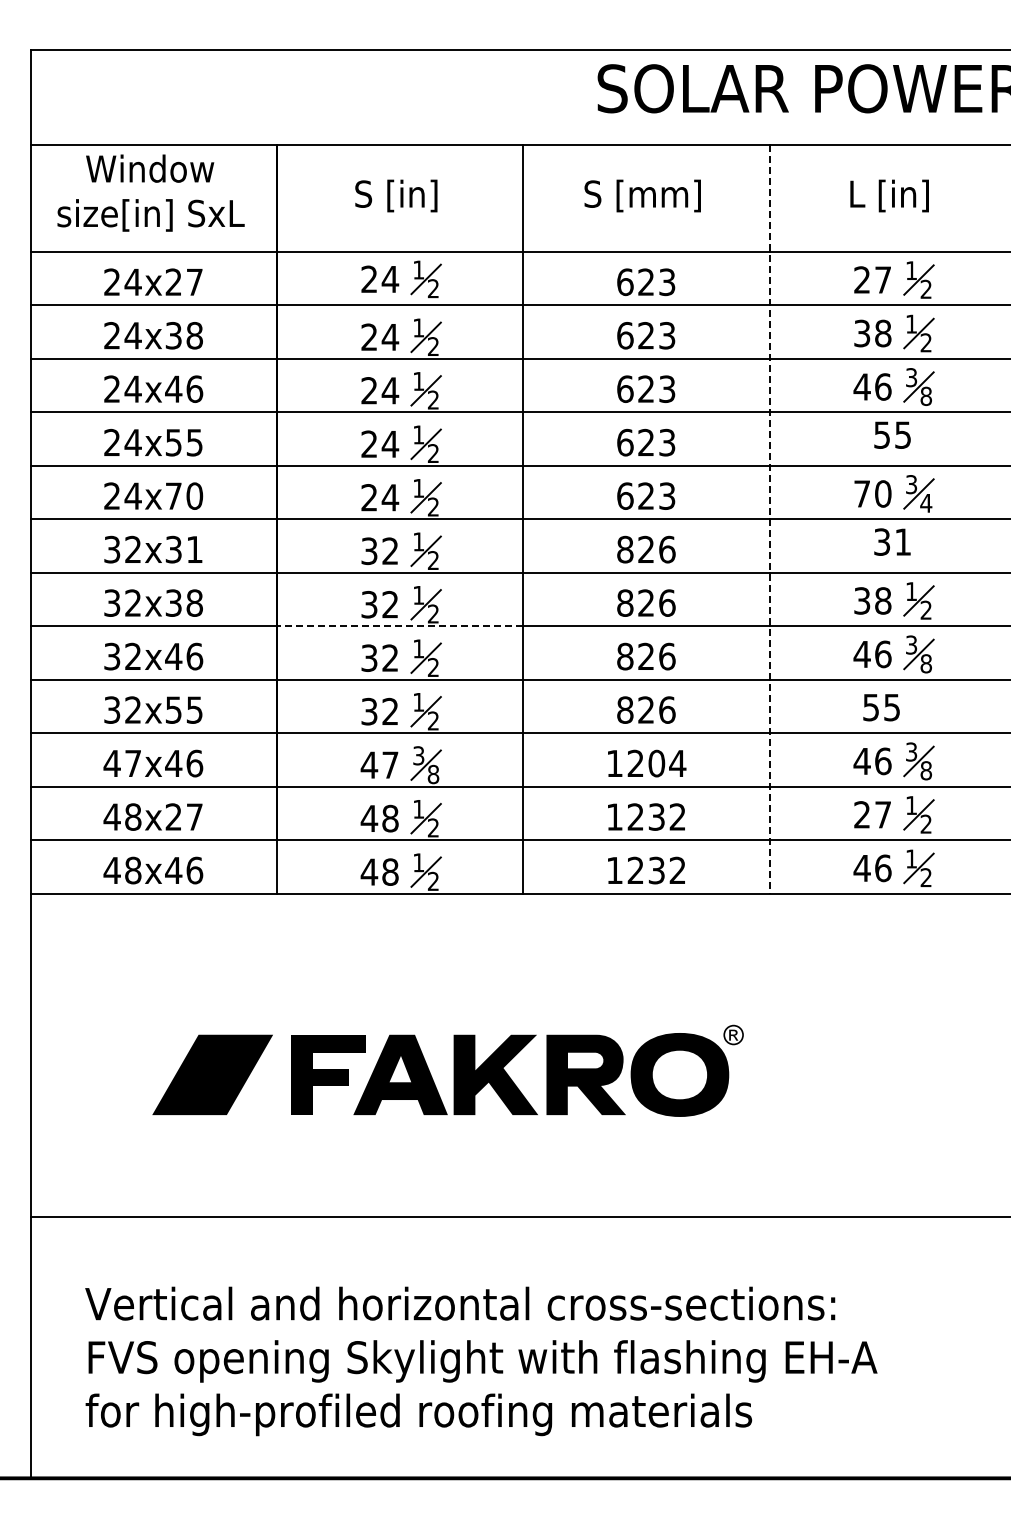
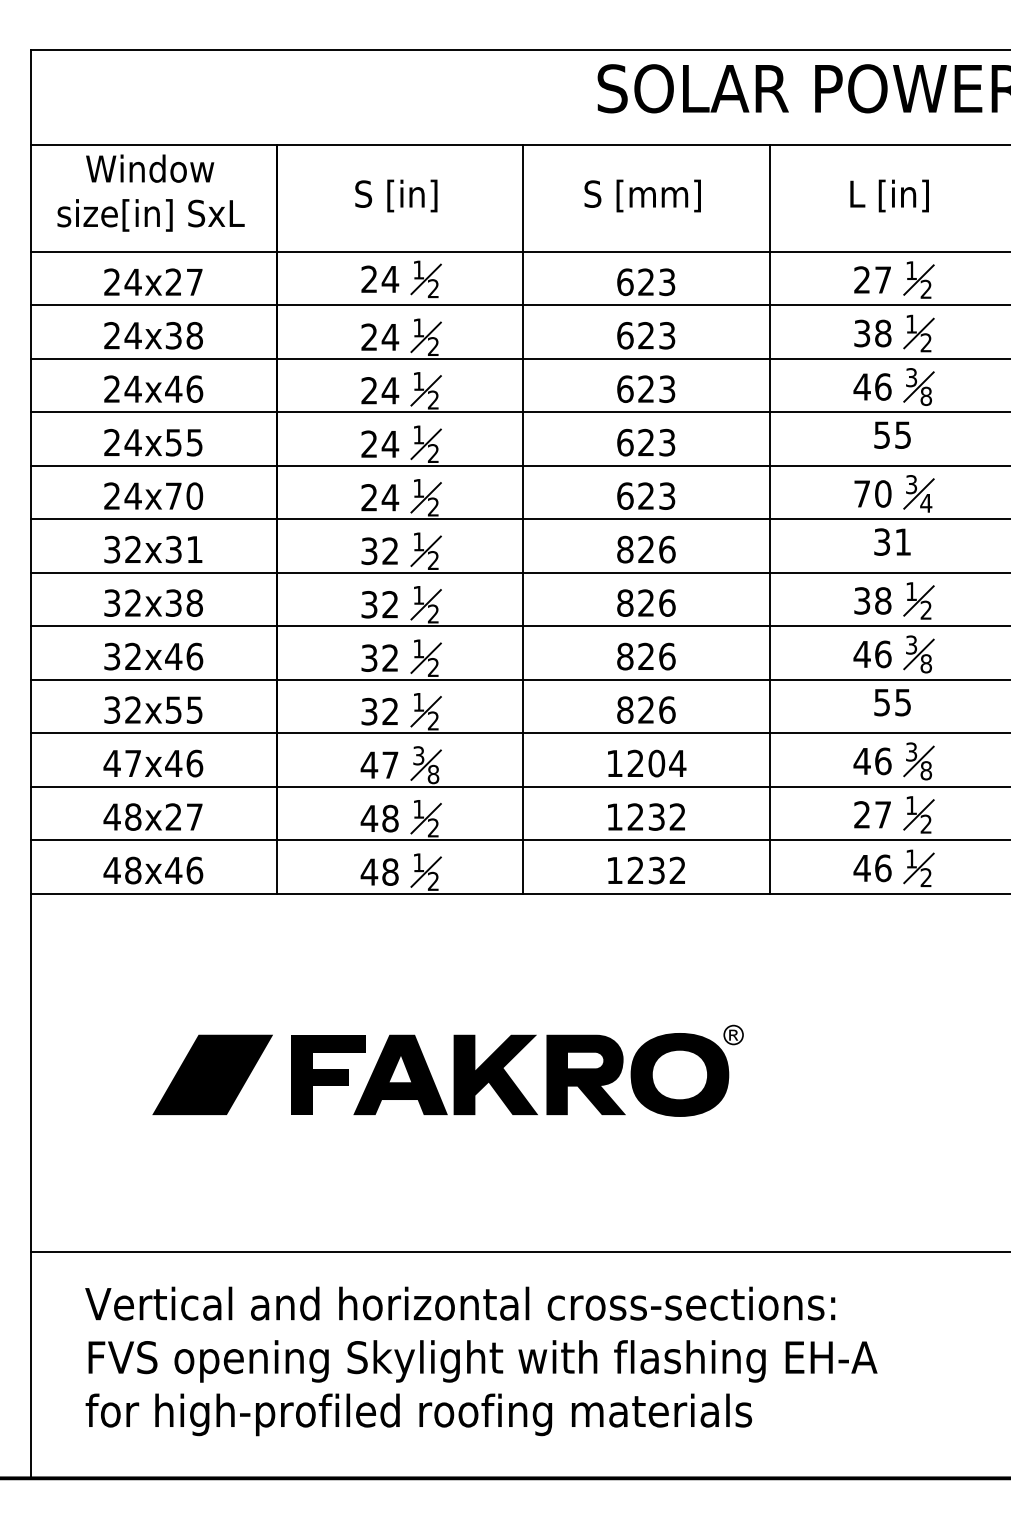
line at (769, 519): dashed -> solid
line at (399, 626): dashed -> solid
text at (881, 707) position: (881, 707) -> (892, 702)
line at (519, 1216) position: (519, 1216) -> (519, 1251)
